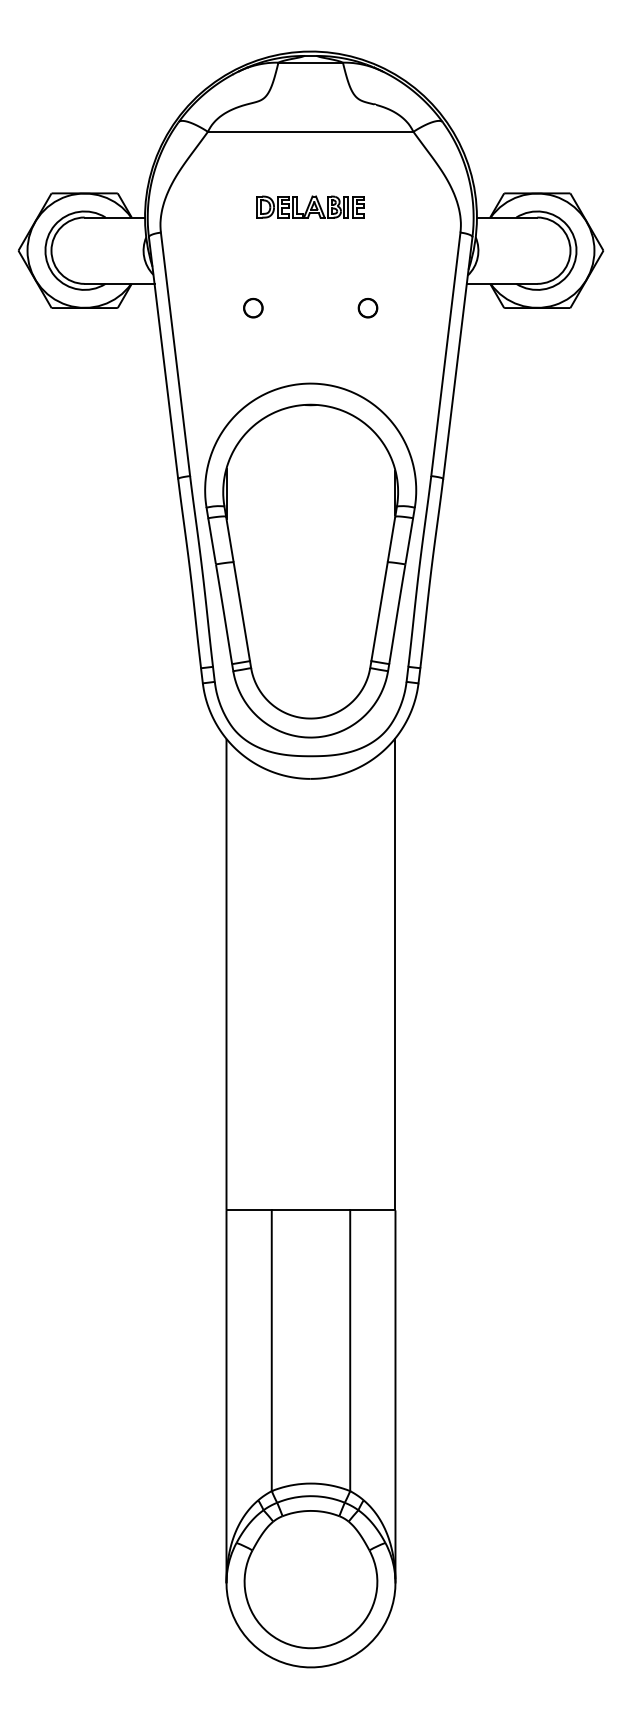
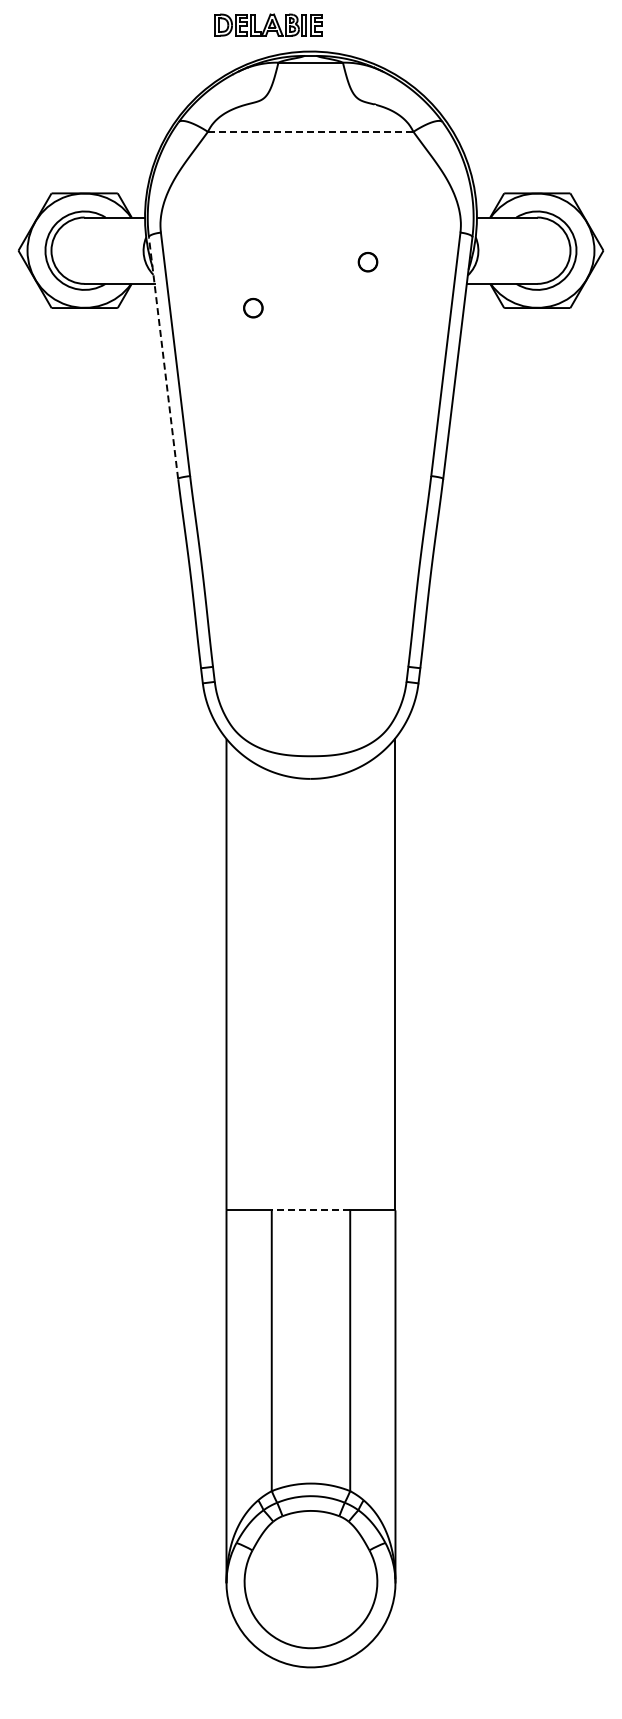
line at (310, 131): solid -> dashed
part at (310, 206) position: (310, 206) -> (268, 24)
part at (367, 308) position: (367, 308) -> (367, 262)
line at (163, 358): solid -> dashed
part at (310, 560): present -> none
line at (310, 1210): solid -> dashed
